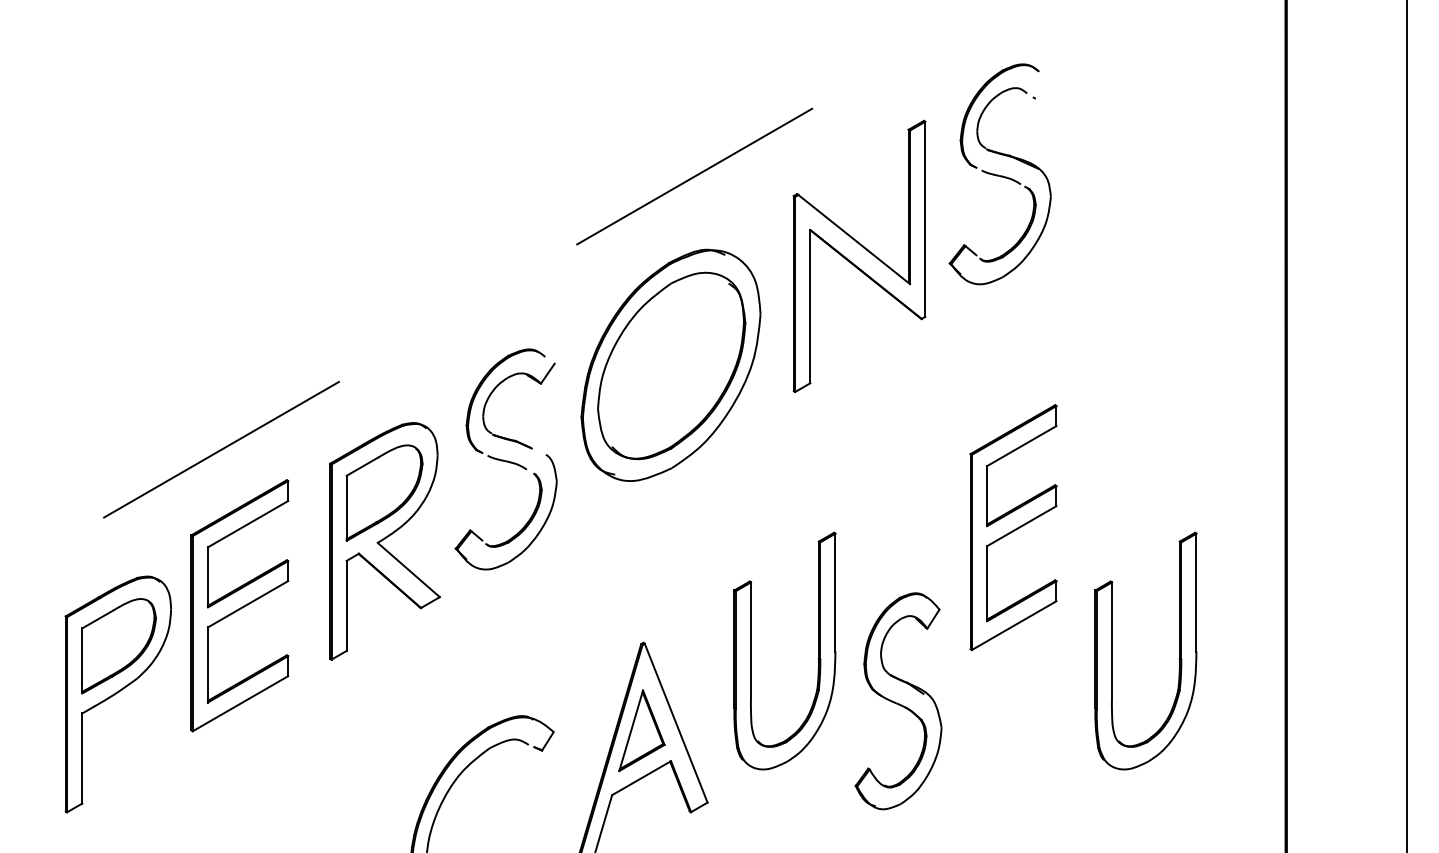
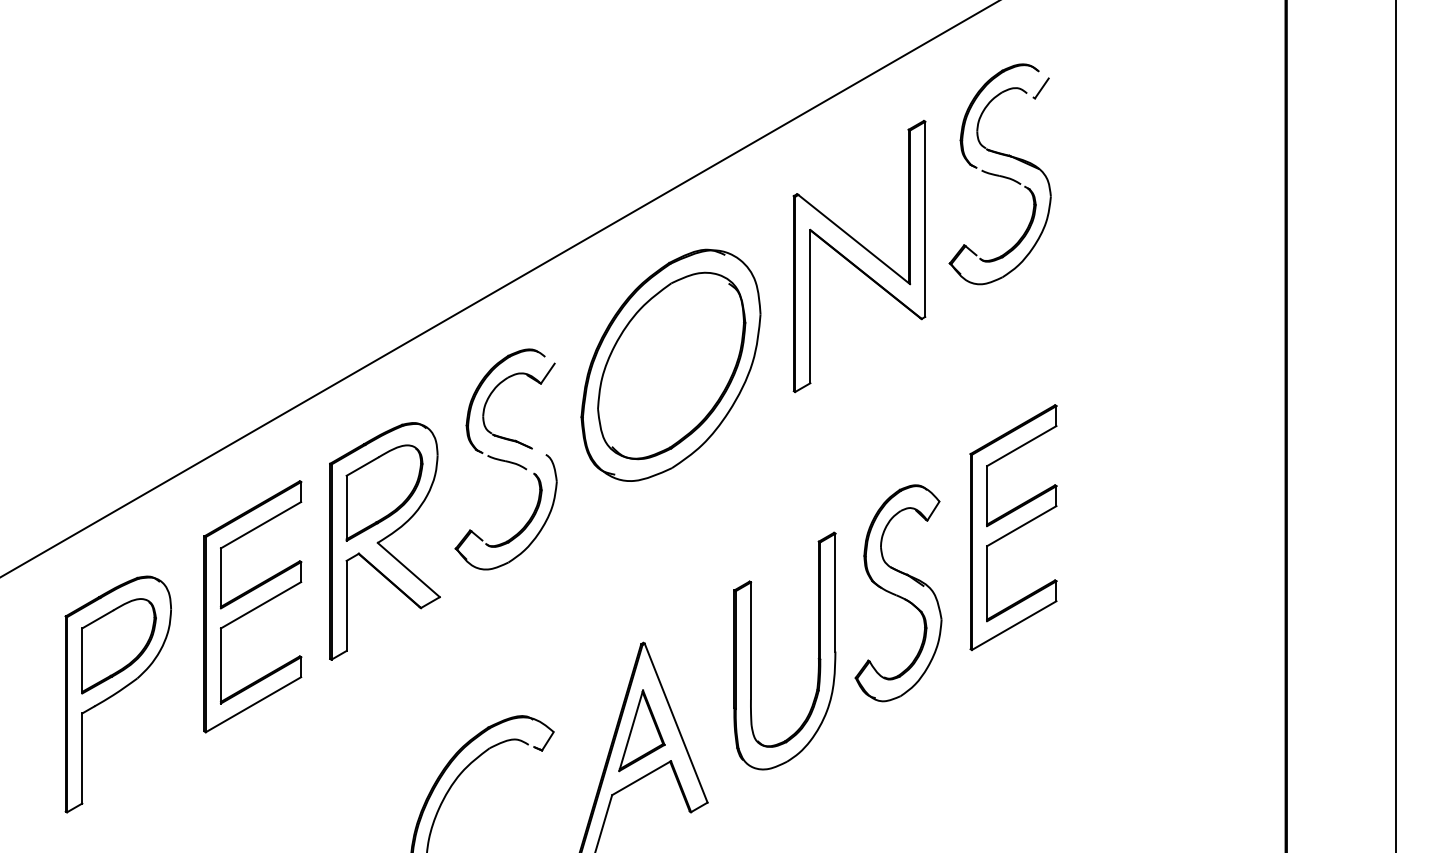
line at (1041, 88): none -> present
line at (499, 289): dashed -> solid
line at (1406, 425) position: (1406, 425) -> (1395, 425)
part at (239, 605) position: (239, 605) -> (252, 606)
part at (1112, 650): present -> none
part at (898, 701) position: (898, 701) -> (898, 593)
